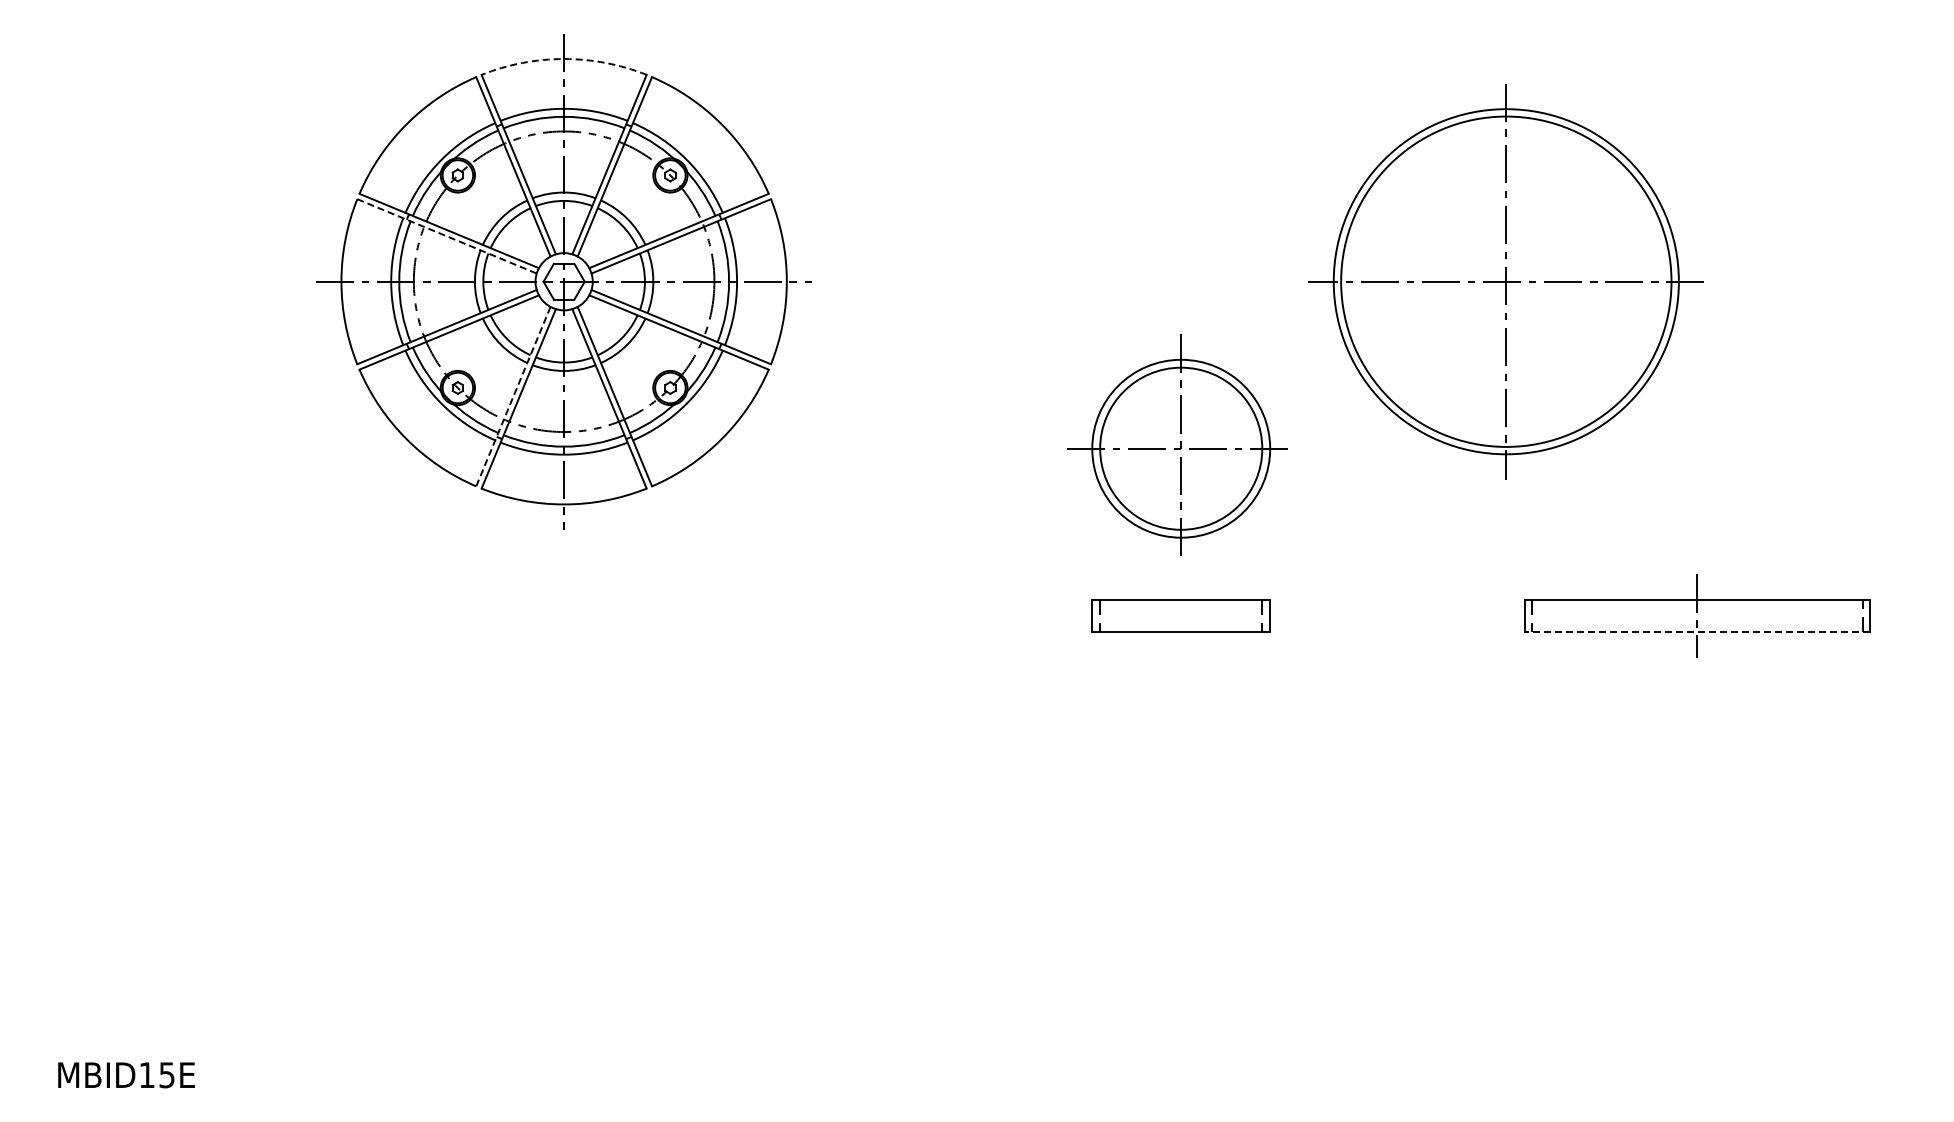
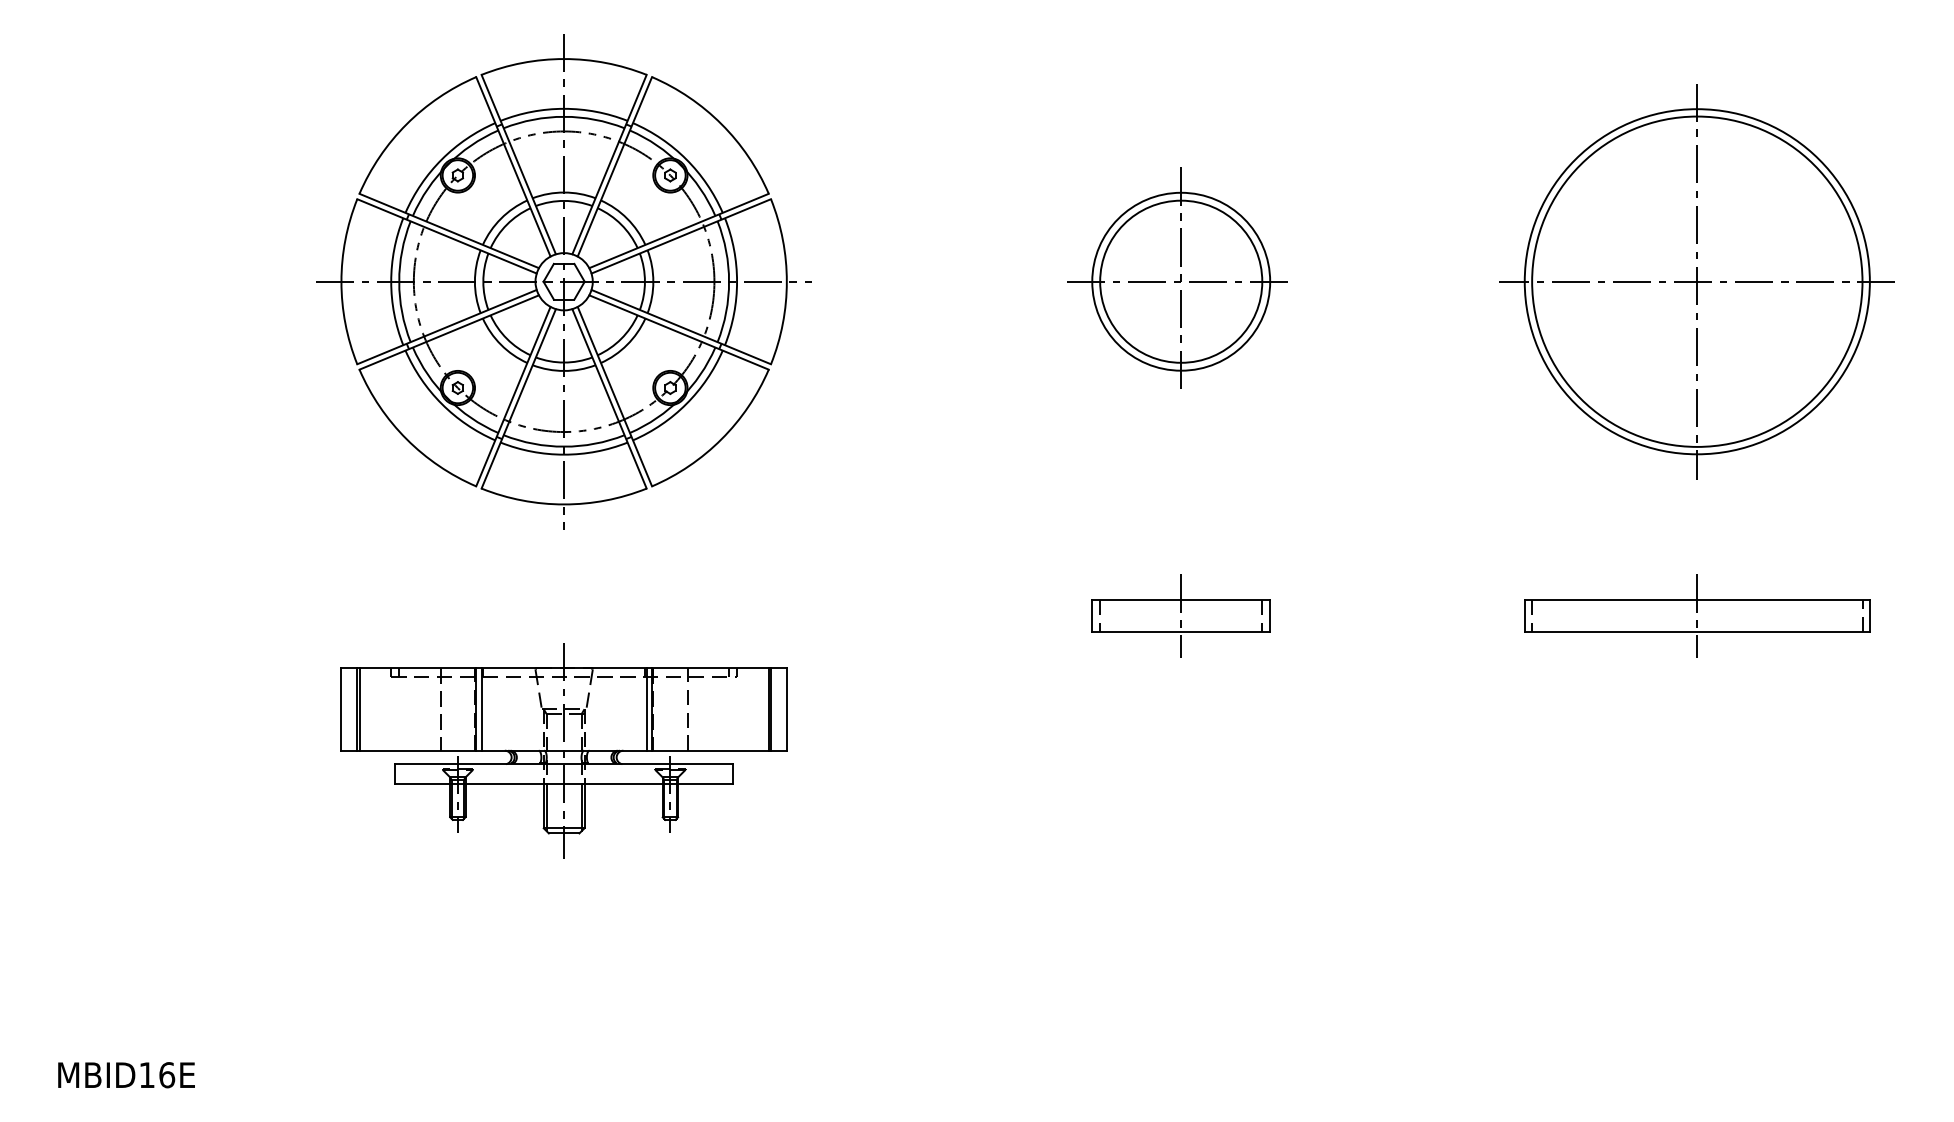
arc at (564, 59): dashed -> solid
line at (447, 236): dashed -> solid
part at (1505, 281) position: (1505, 281) -> (1696, 281)
line at (513, 397): dashed -> solid
part at (1177, 444) position: (1177, 444) -> (1177, 277)
line at (1181, 615): none -> present
line at (1697, 632): dashed -> solid
part at (563, 750): none -> present
text at (167, 1075): MBID15E -> MBID16E
